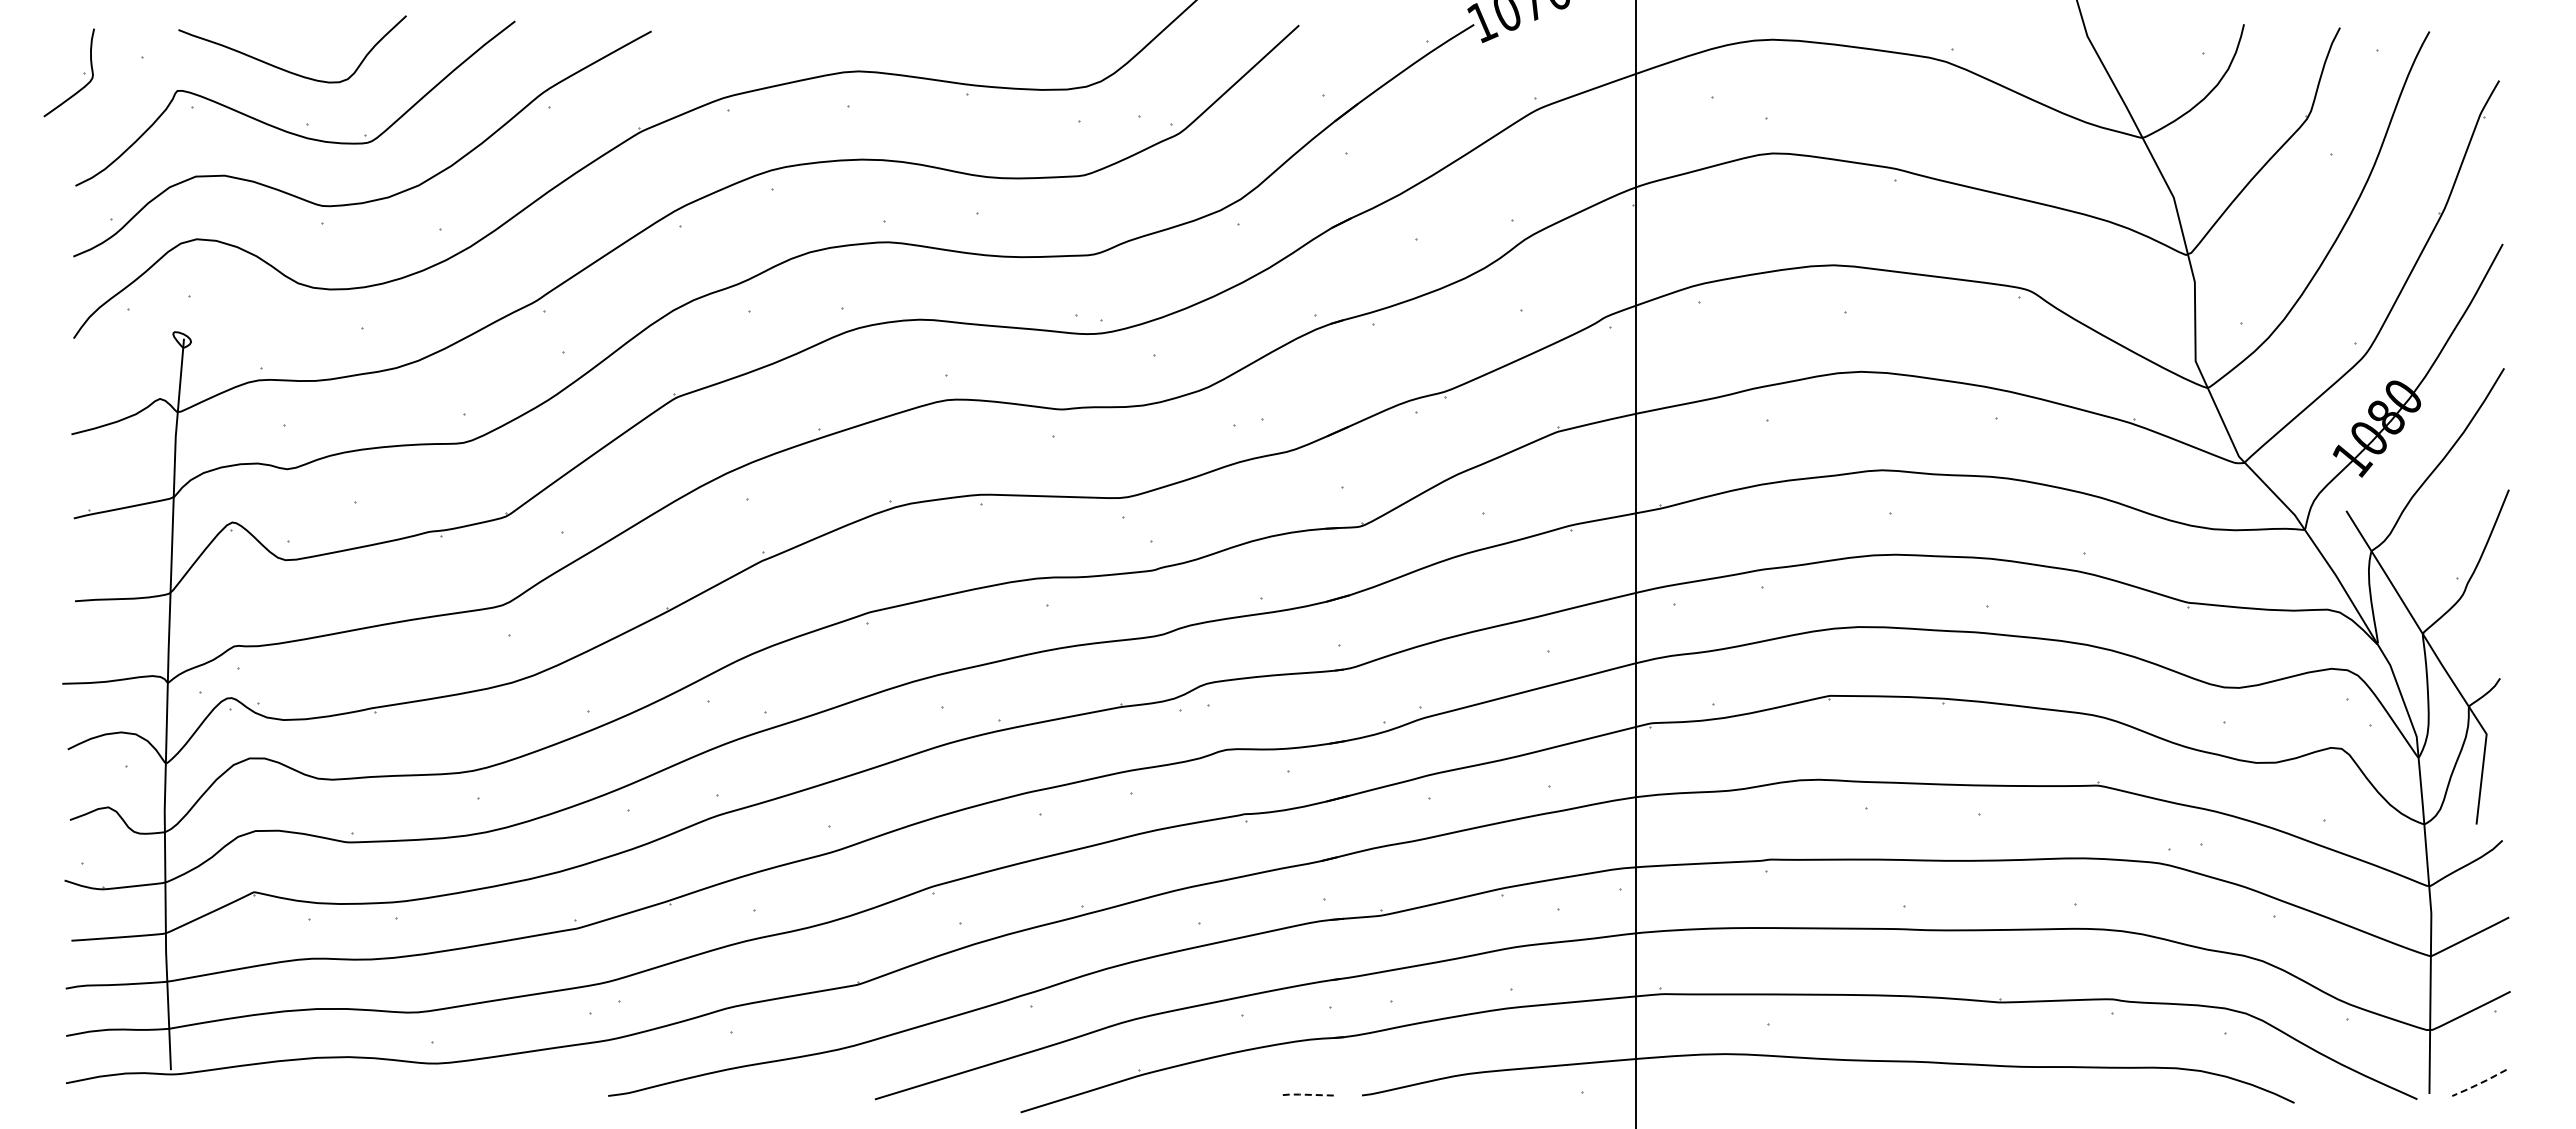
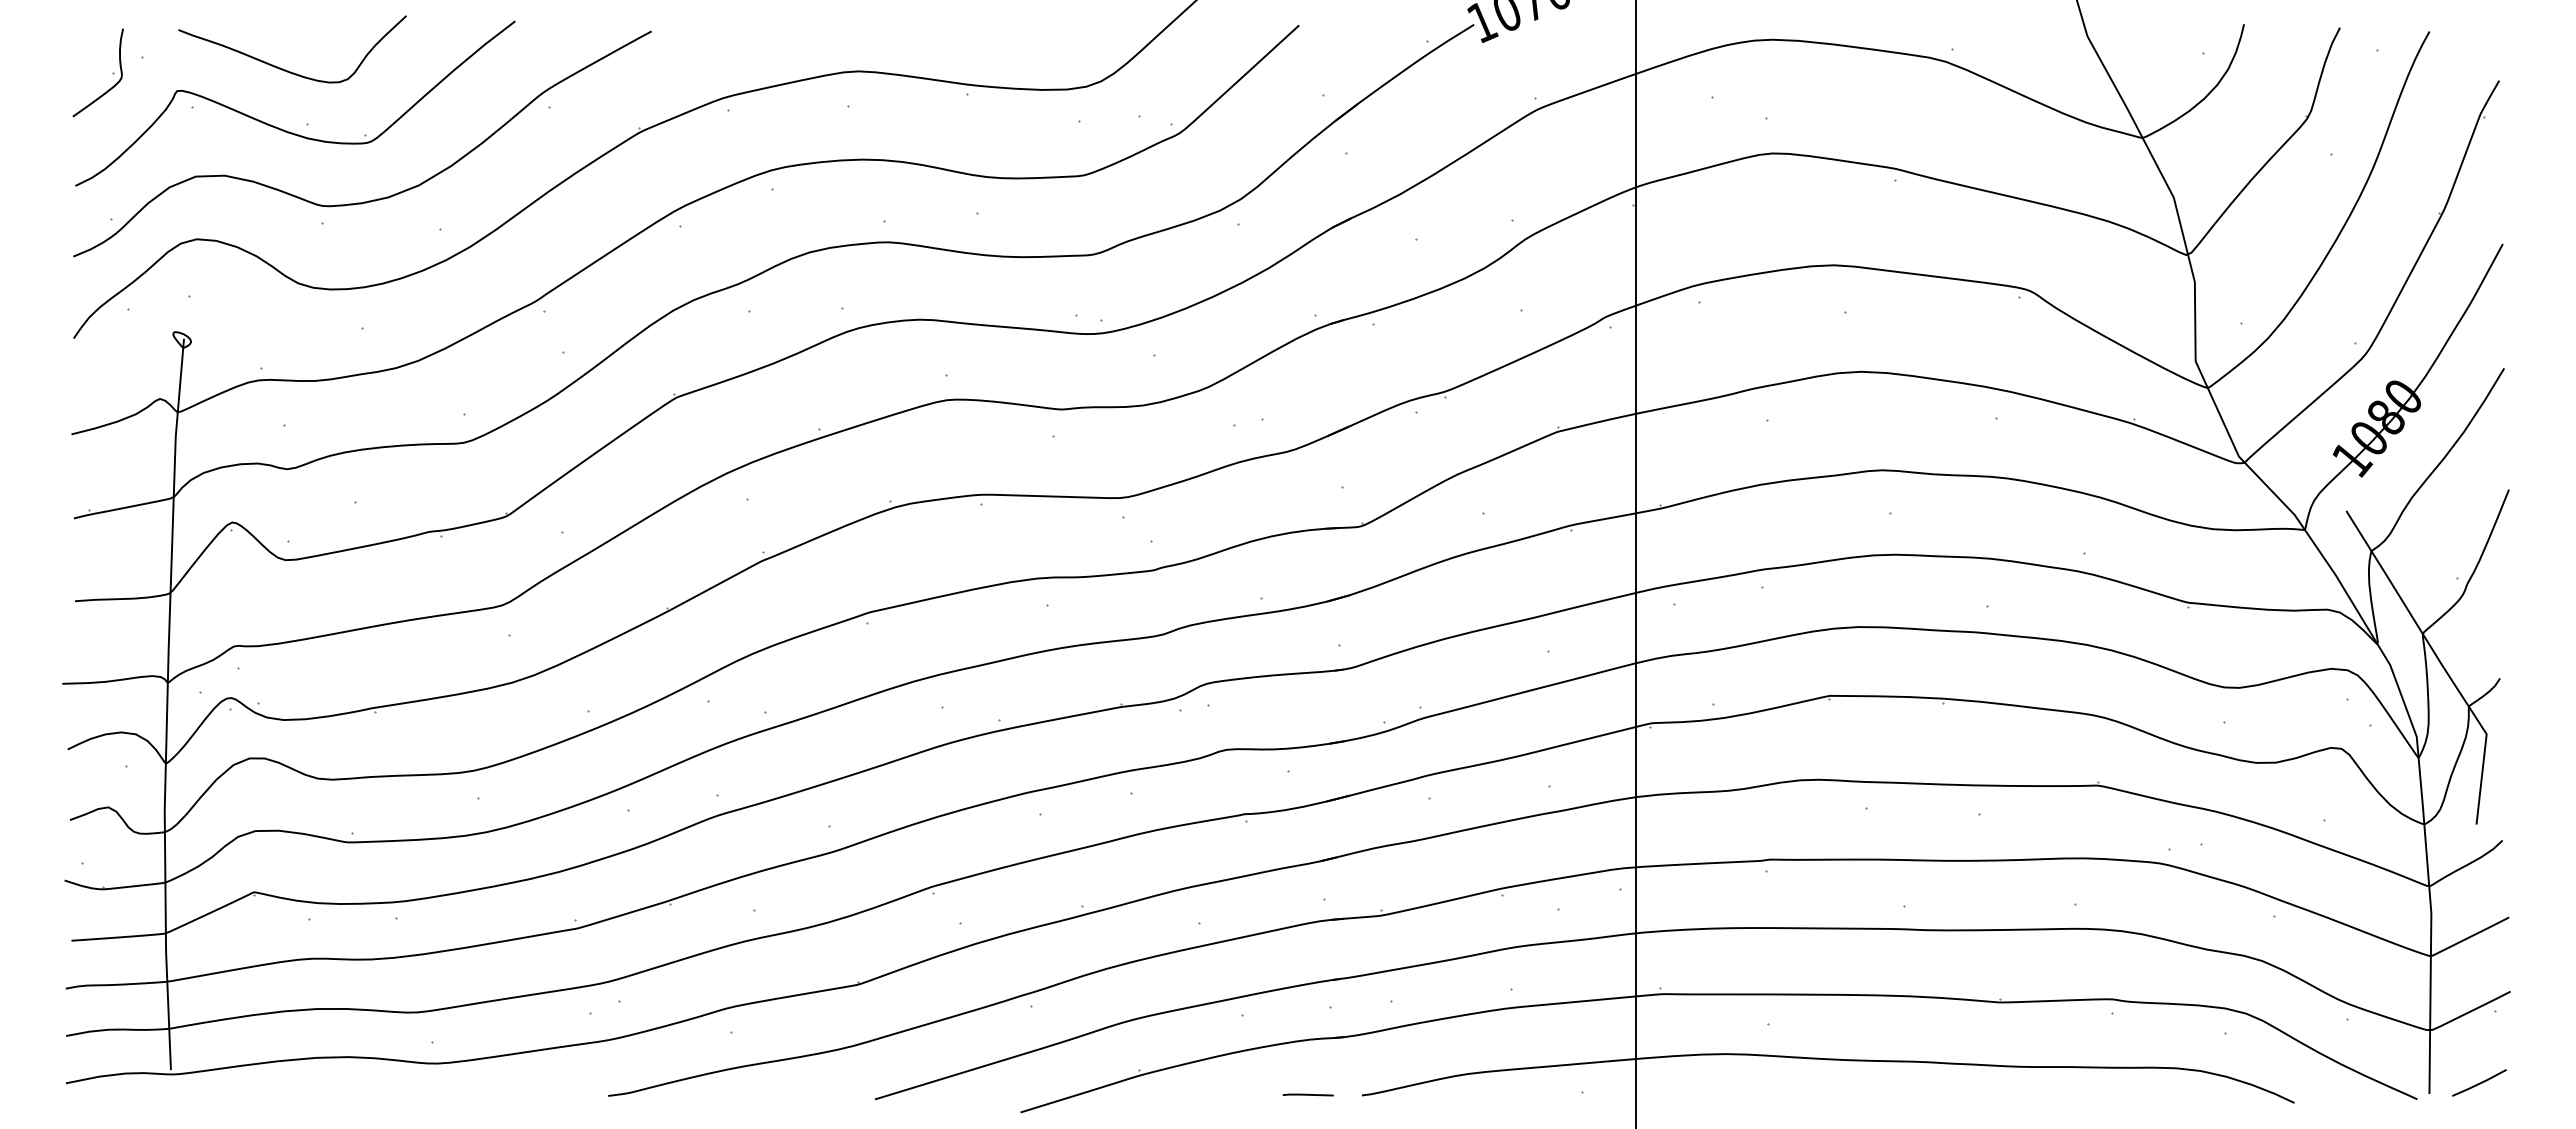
part at (83, 73) position: (83, 73) -> (112, 73)
line at (2479, 1083): dashed -> solid
line at (1306, 1094): dashed -> solid
